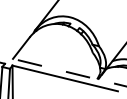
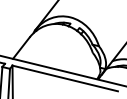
line at (63, 71): dashed -> solid
